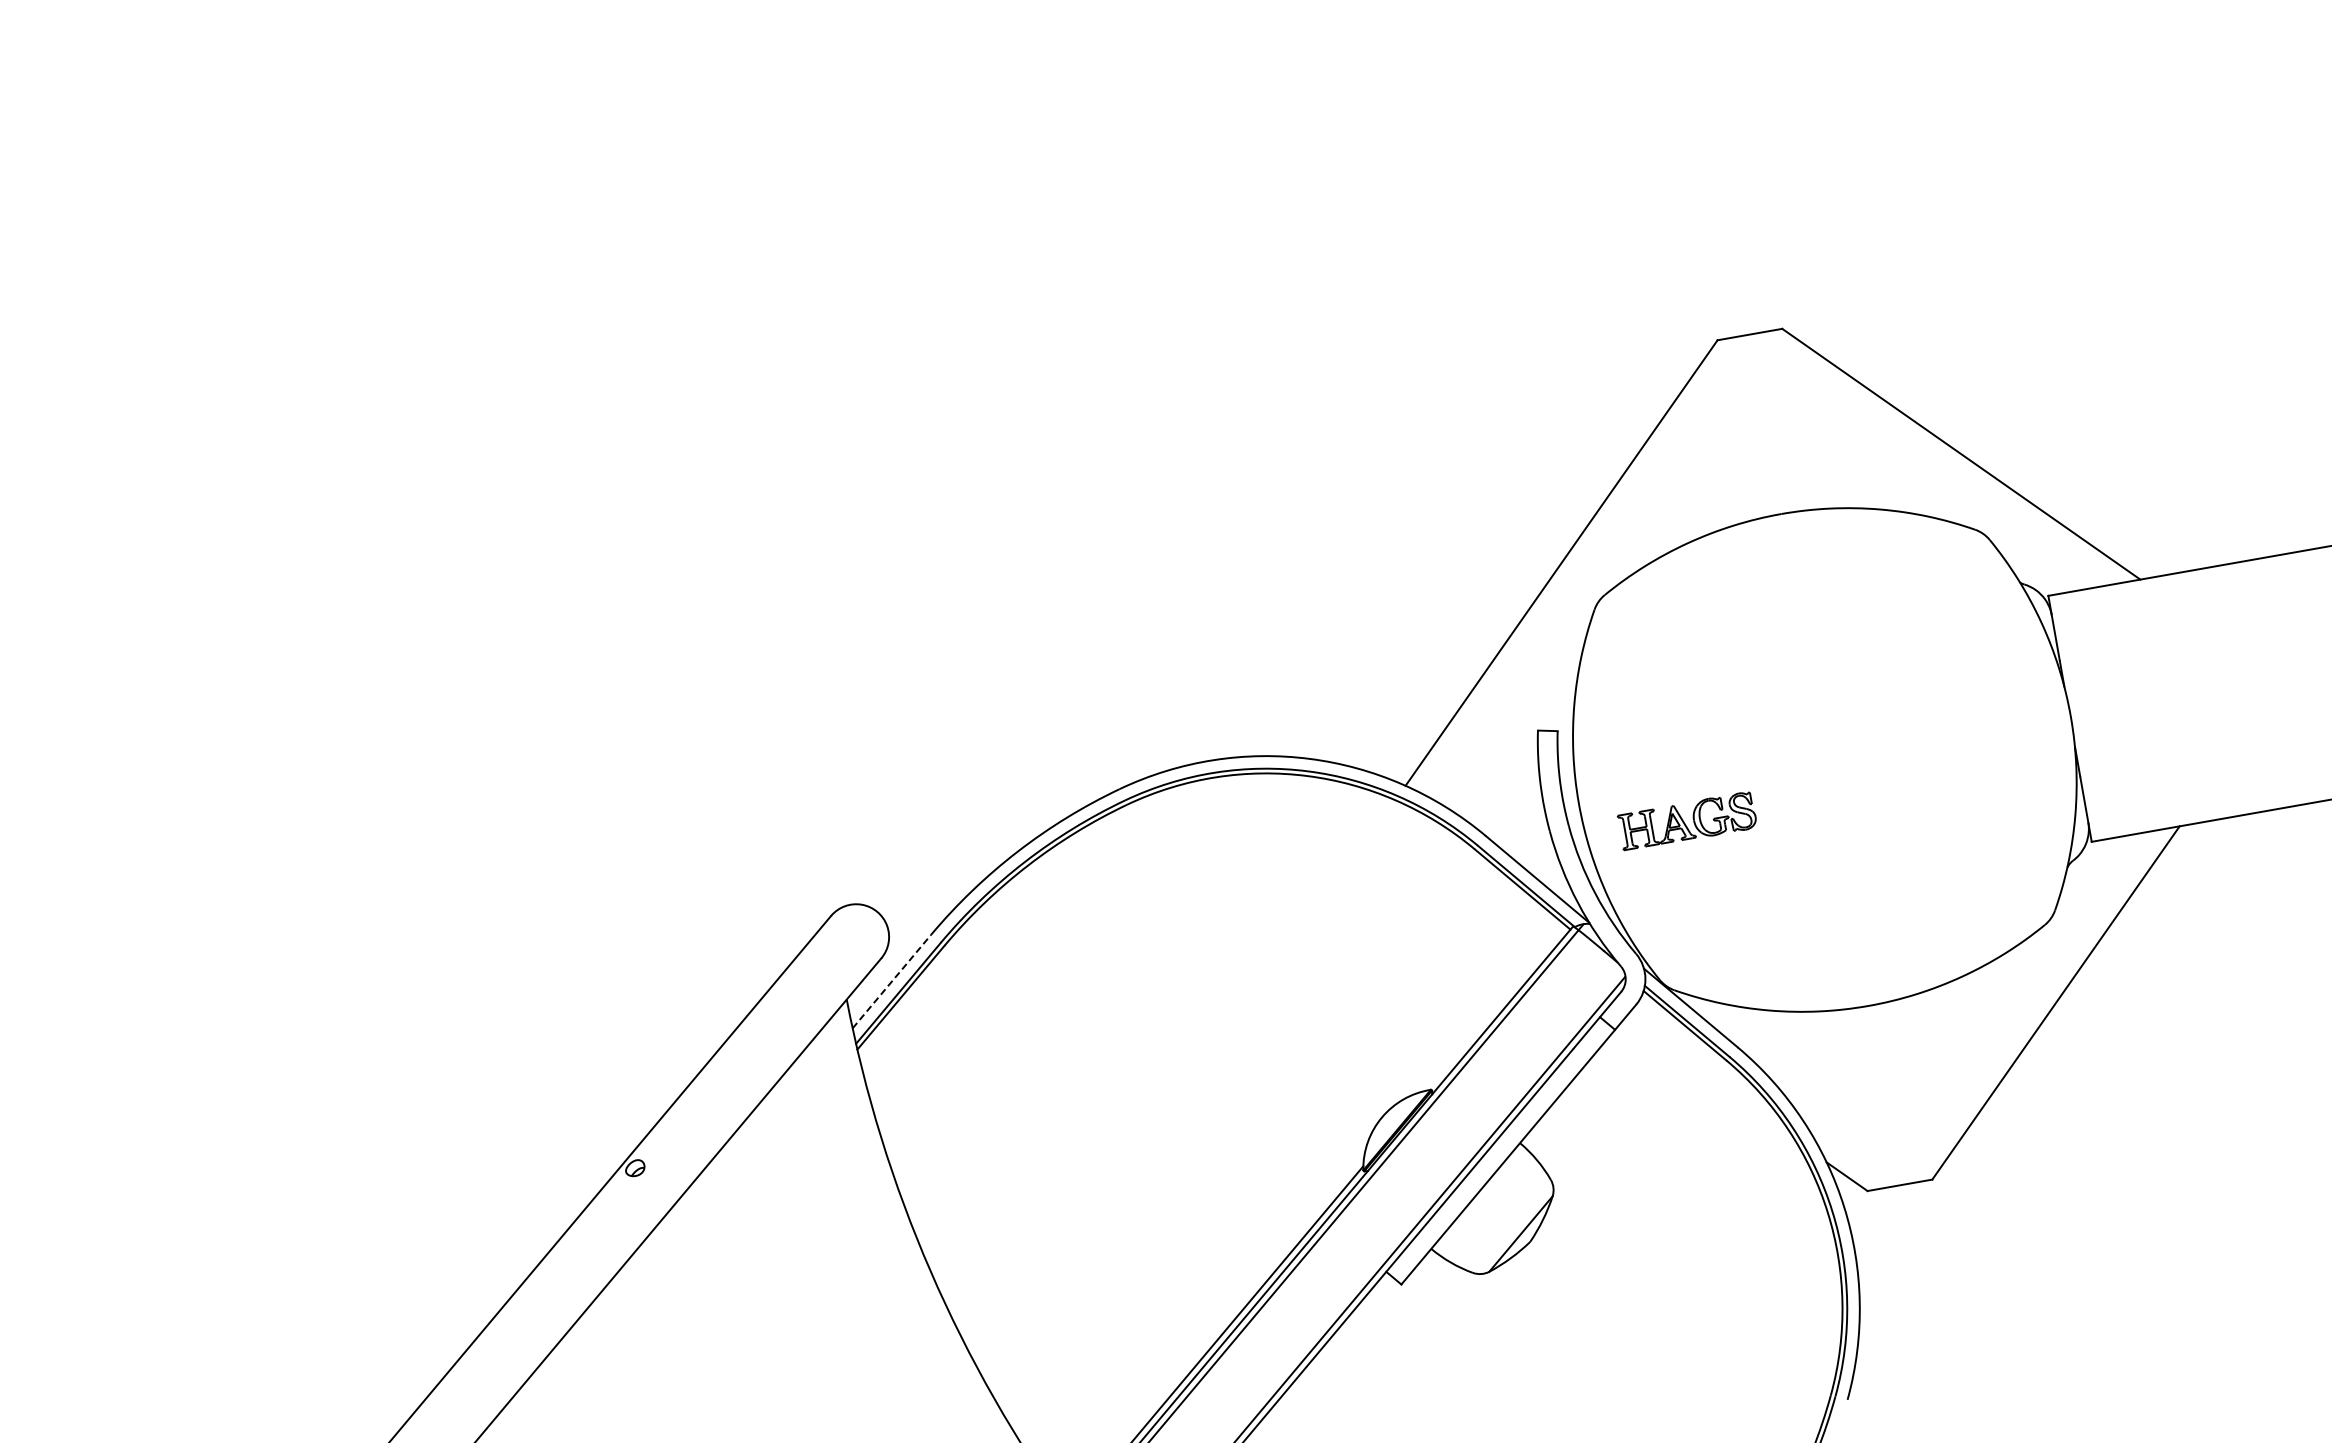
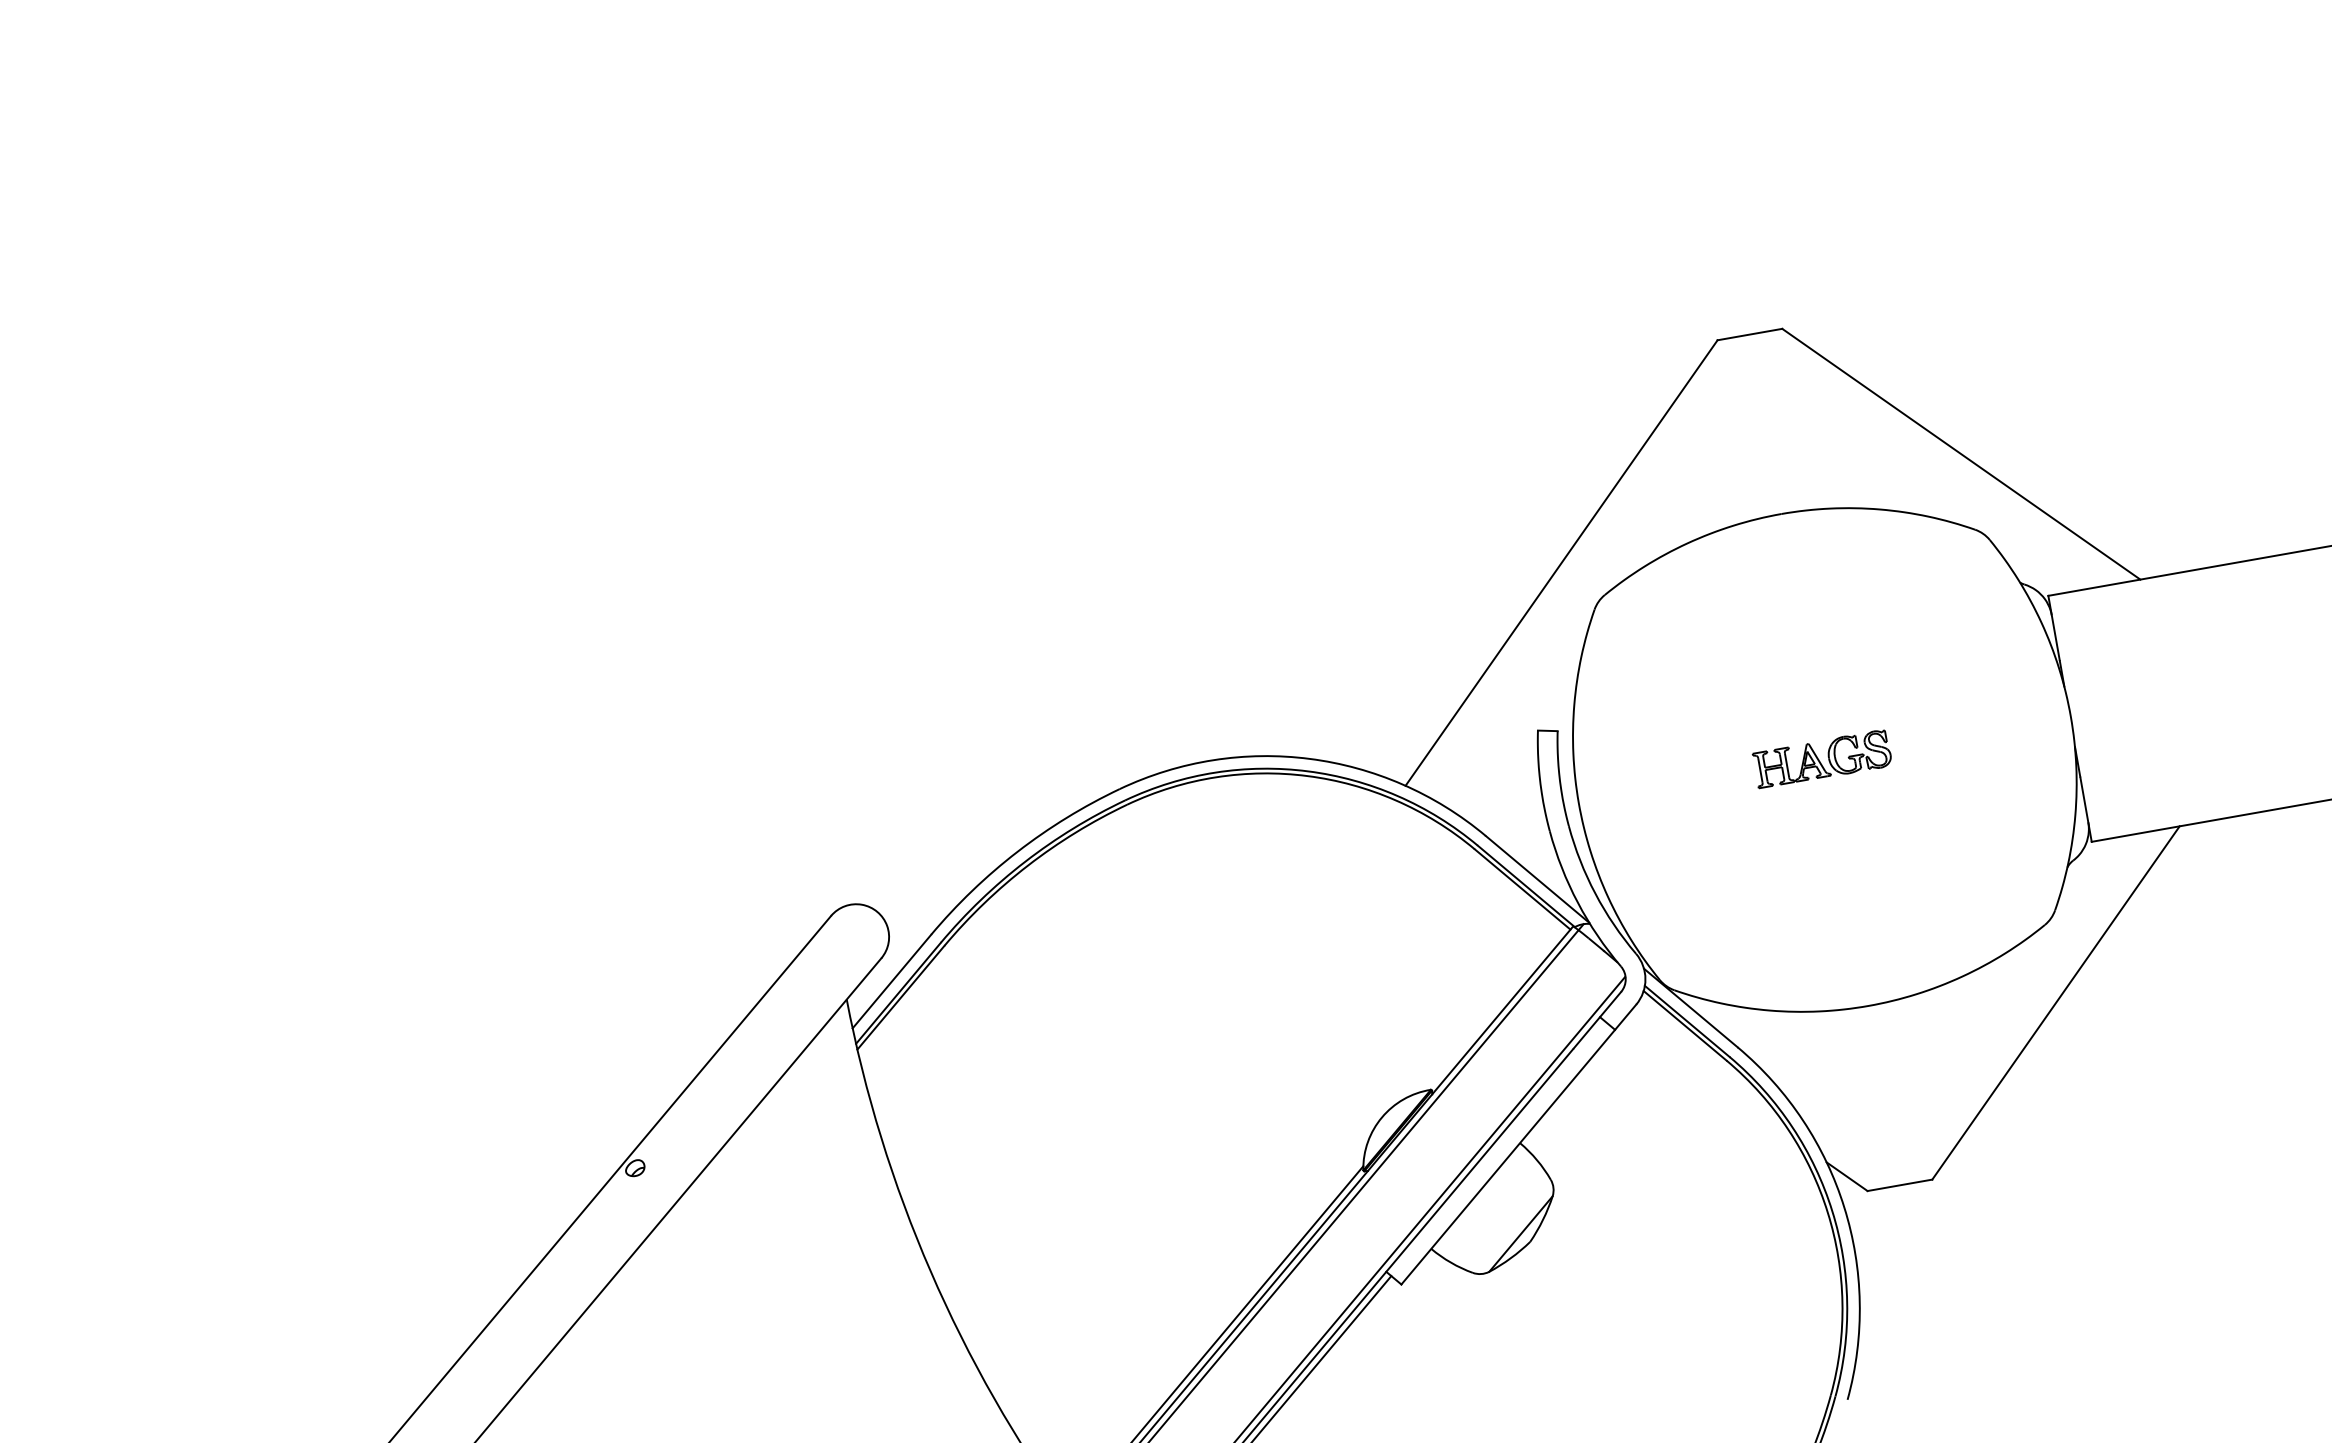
part at (1686, 821) position: (1686, 821) -> (1821, 759)
line at (892, 981): dashed -> solid
line at (1322, 1357): none -> present
